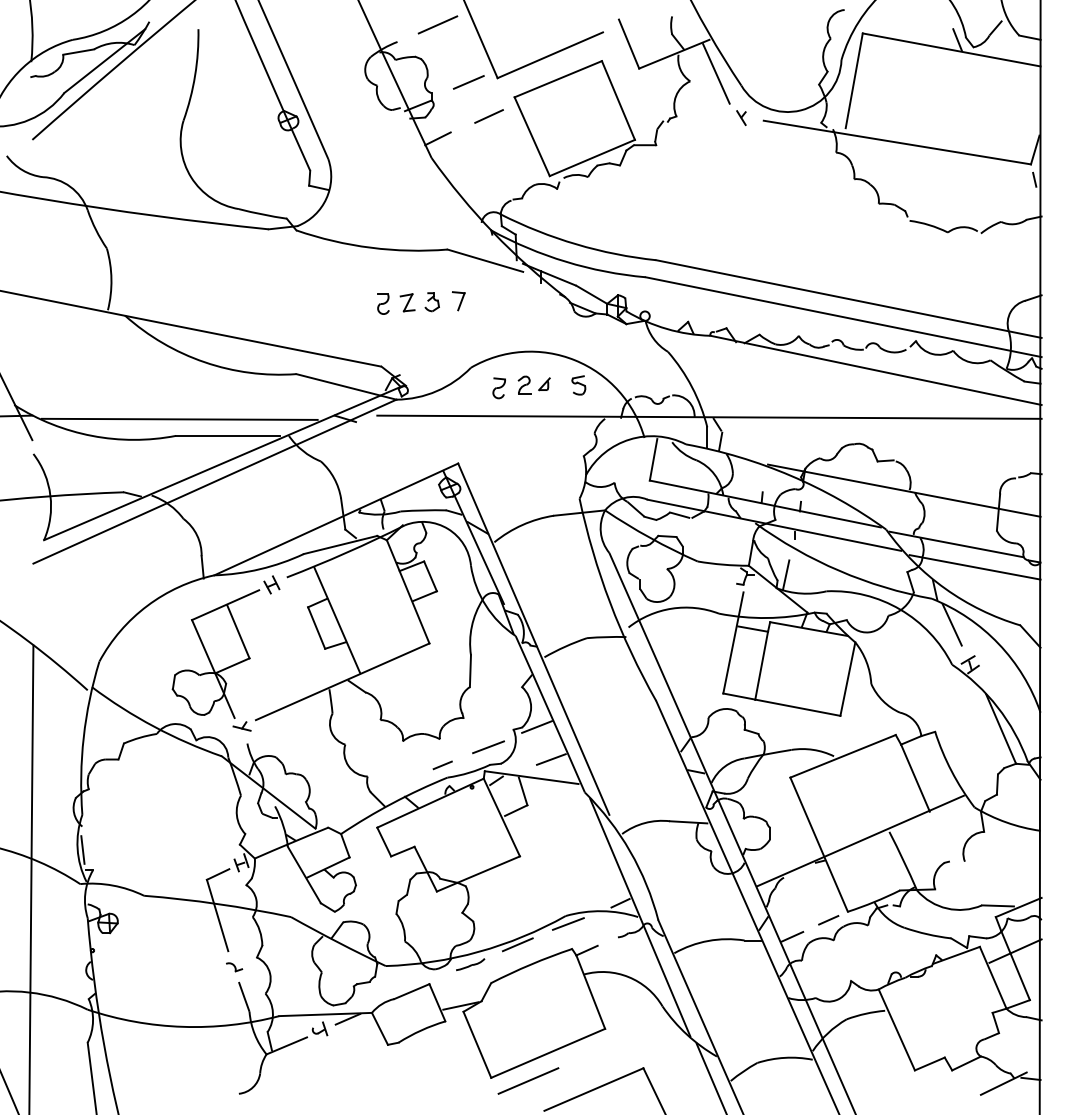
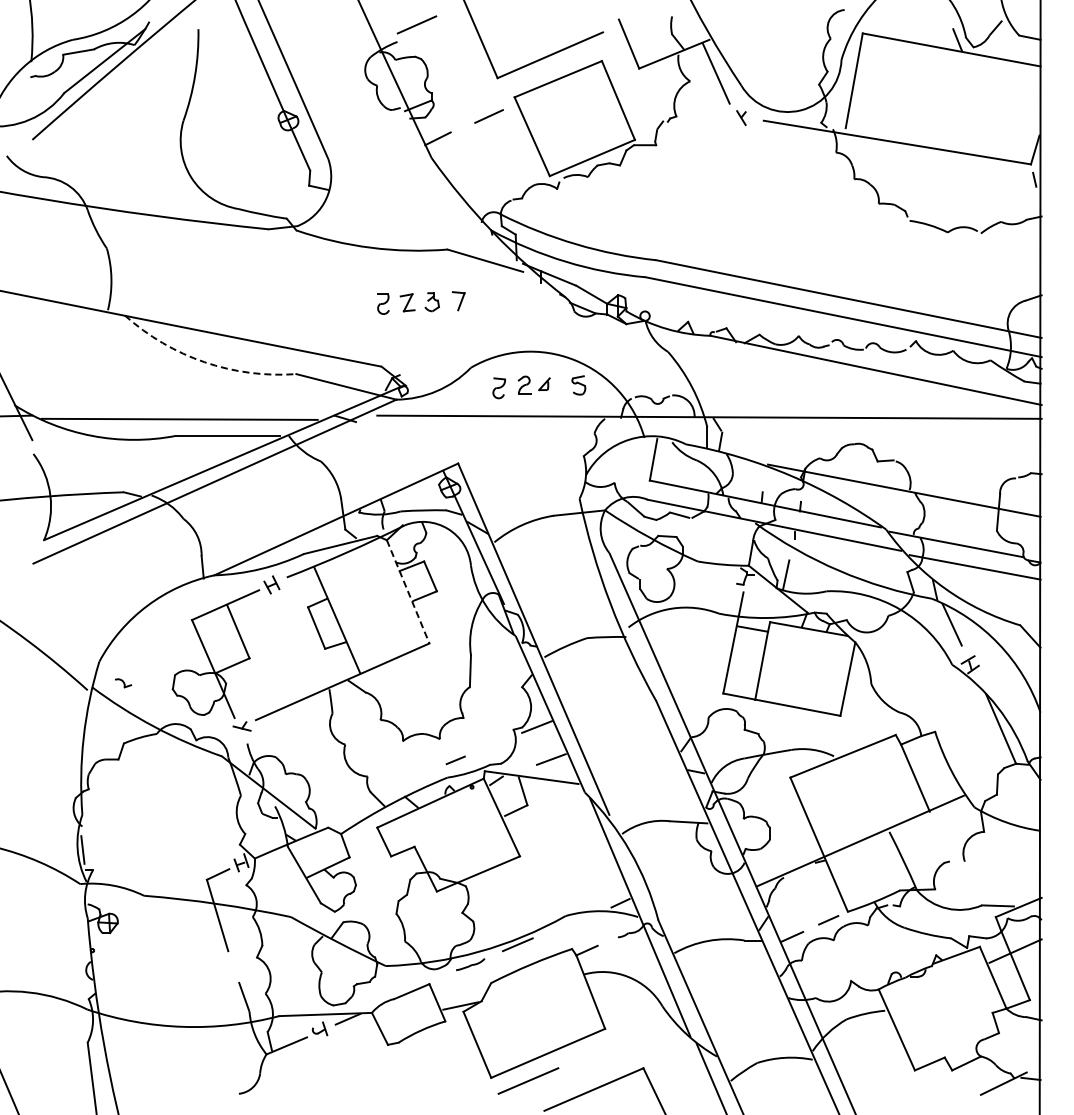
line at (437, 24) position: (437, 24) -> (416, 24)
line at (468, 82): present -> none
arc at (204, 362): solid -> dashed
line at (408, 591): solid -> dashed
line at (488, 747): present -> none
line at (442, 765) position: (442, 765) -> (455, 760)
line at (31, 878): present -> none
line at (567, 923): present -> none
part at (234, 967) position: (234, 967) -> (123, 683)
